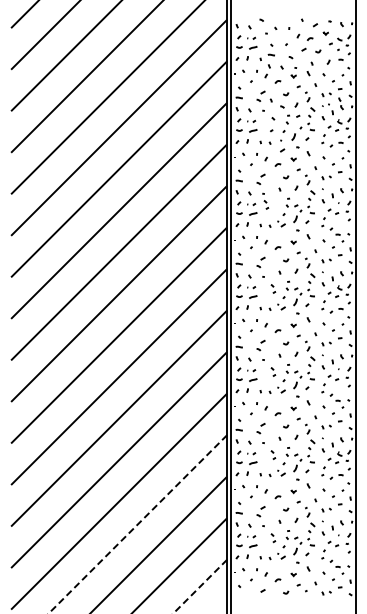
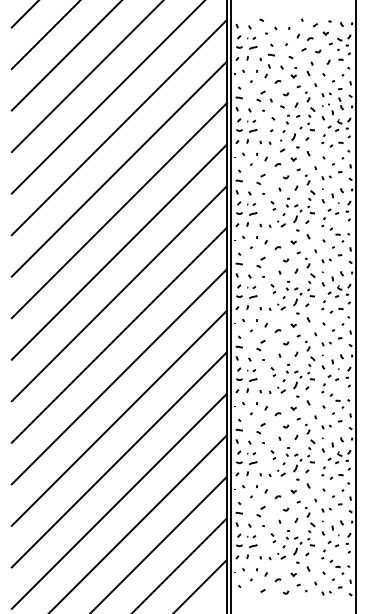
part at (266, 204) position: (266, 204) -> (273, 205)
line at (137, 524): dashed -> solid
line at (200, 586): dashed -> solid
